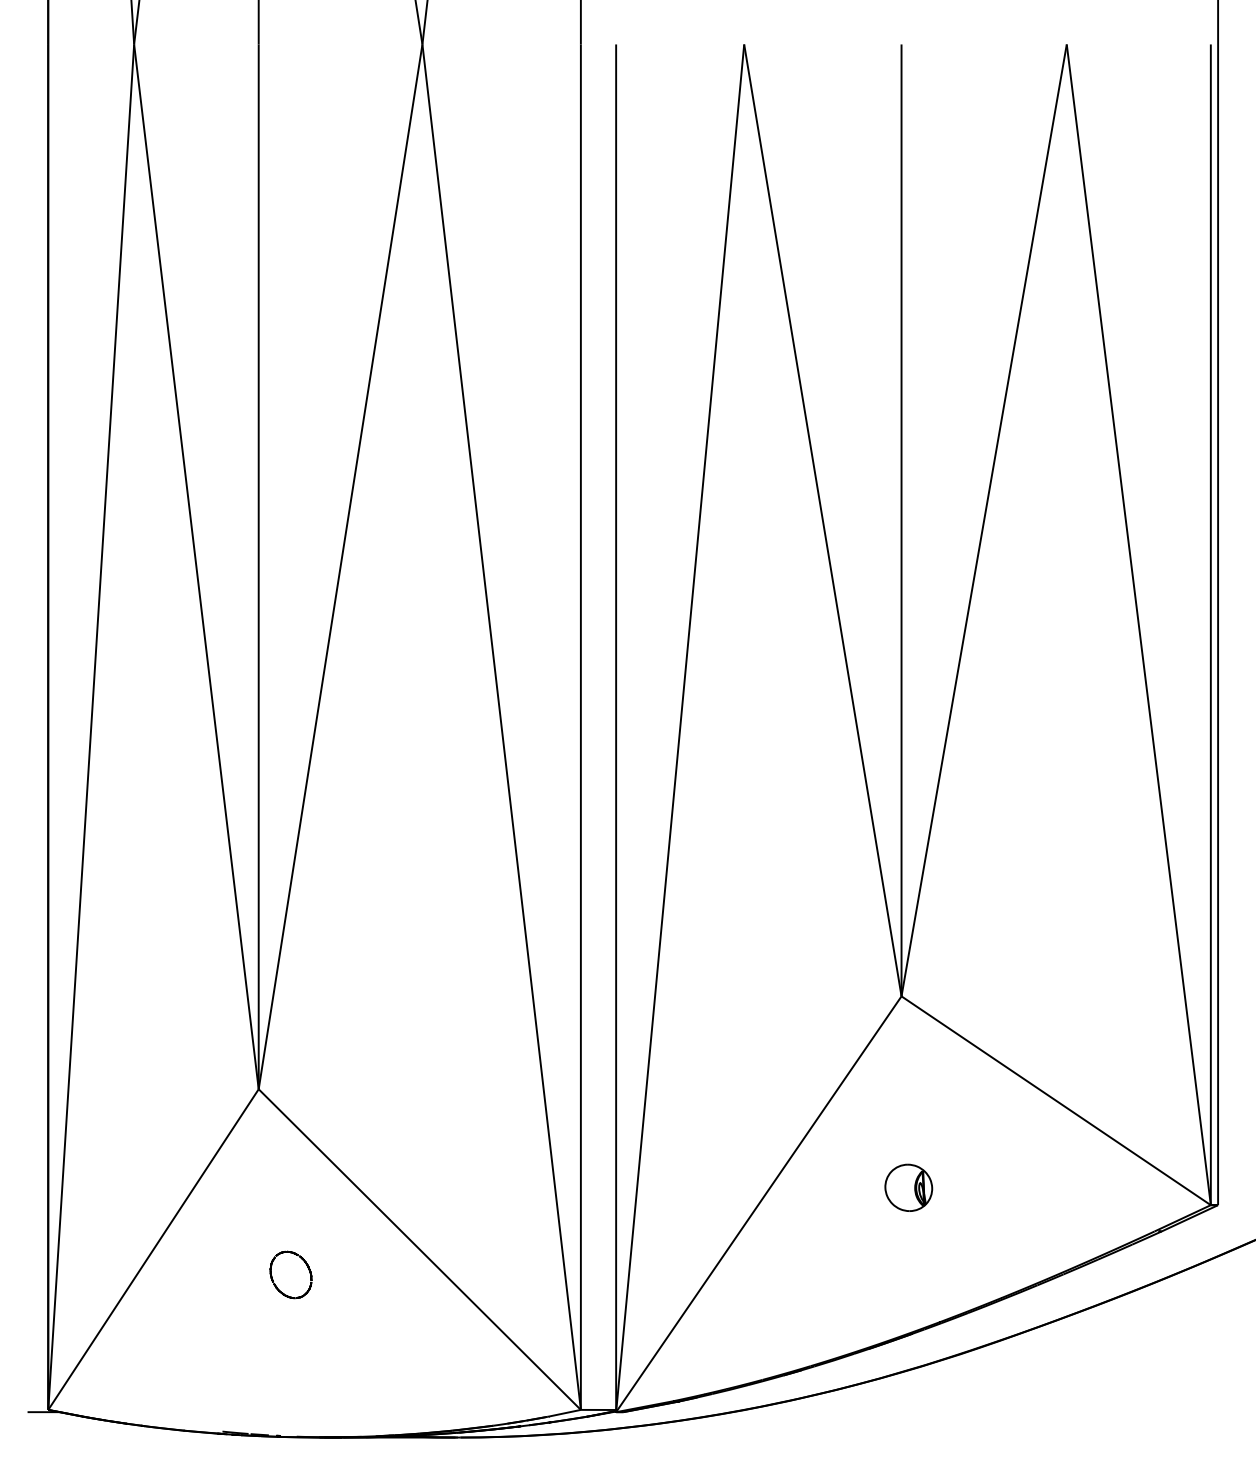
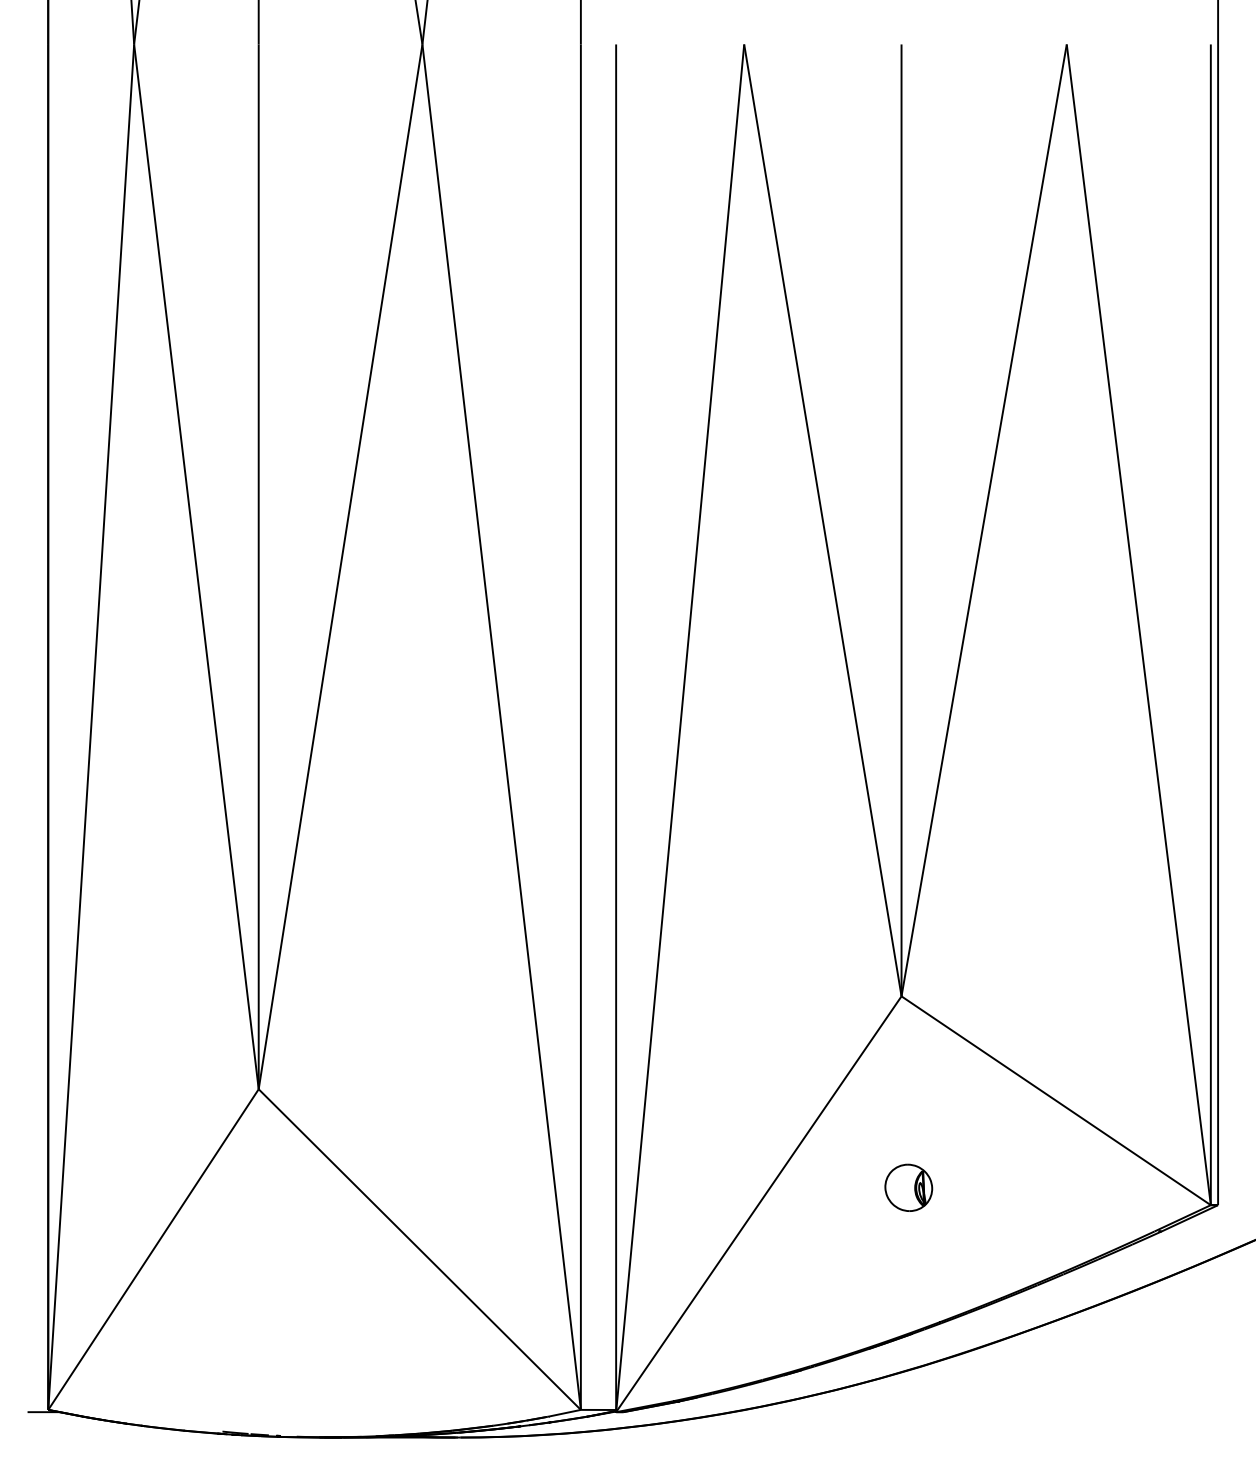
part at (290, 1274): present -> none
